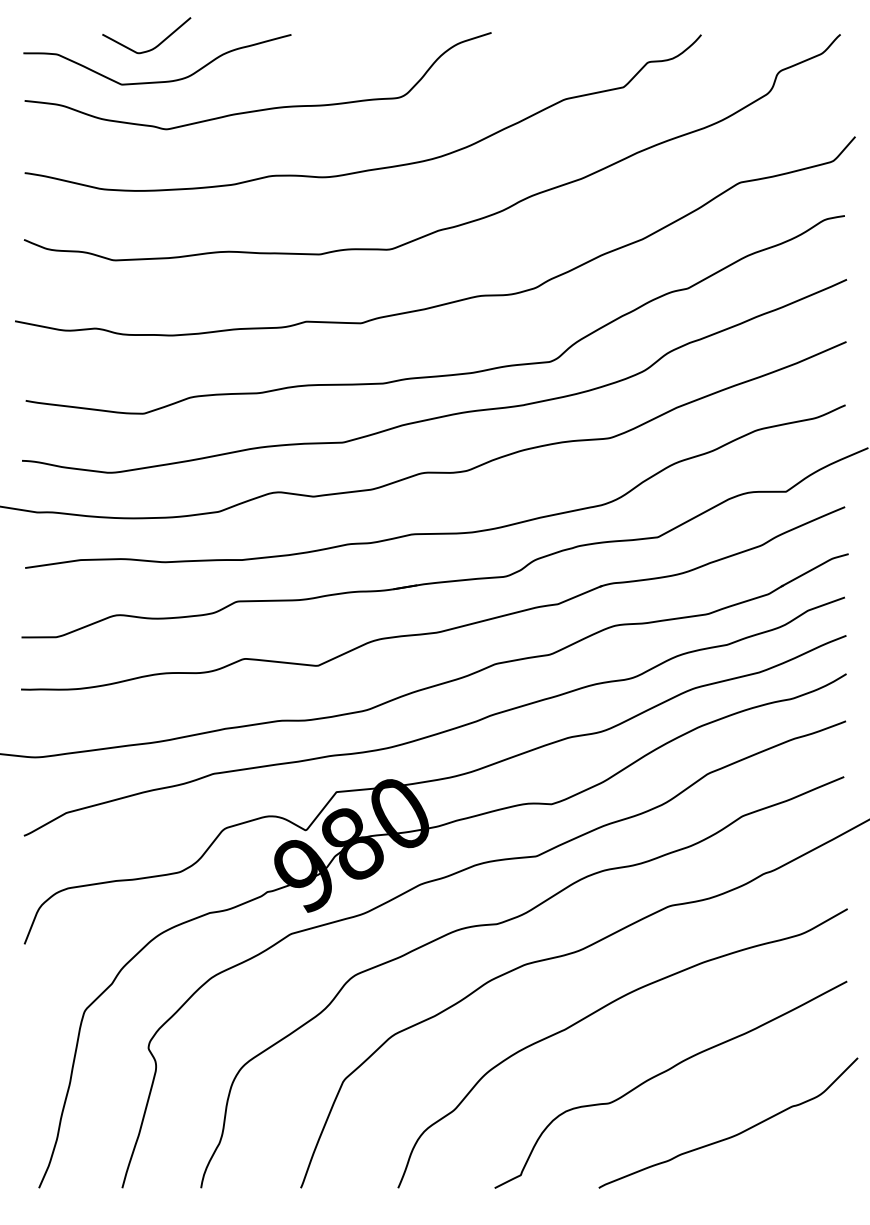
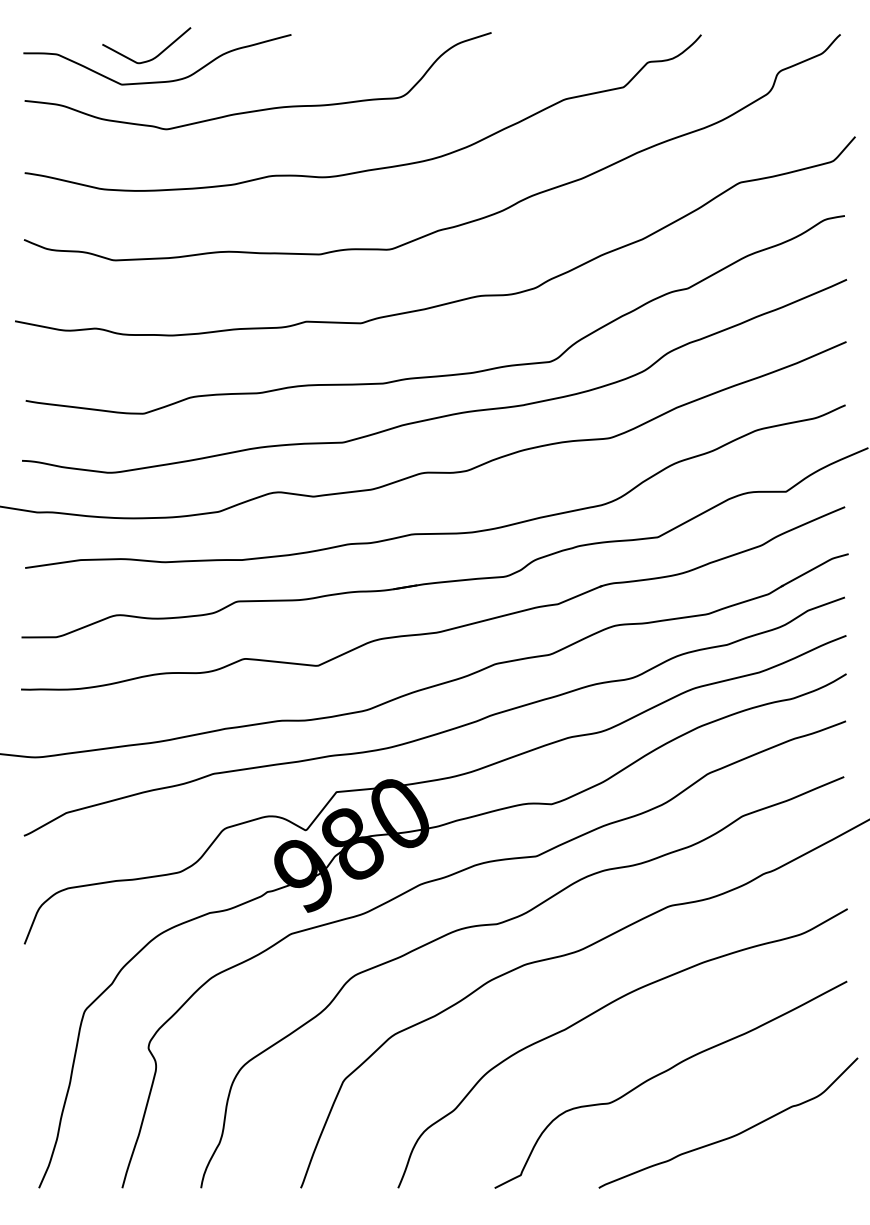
curve at (153, 47) position: (153, 47) -> (153, 57)
